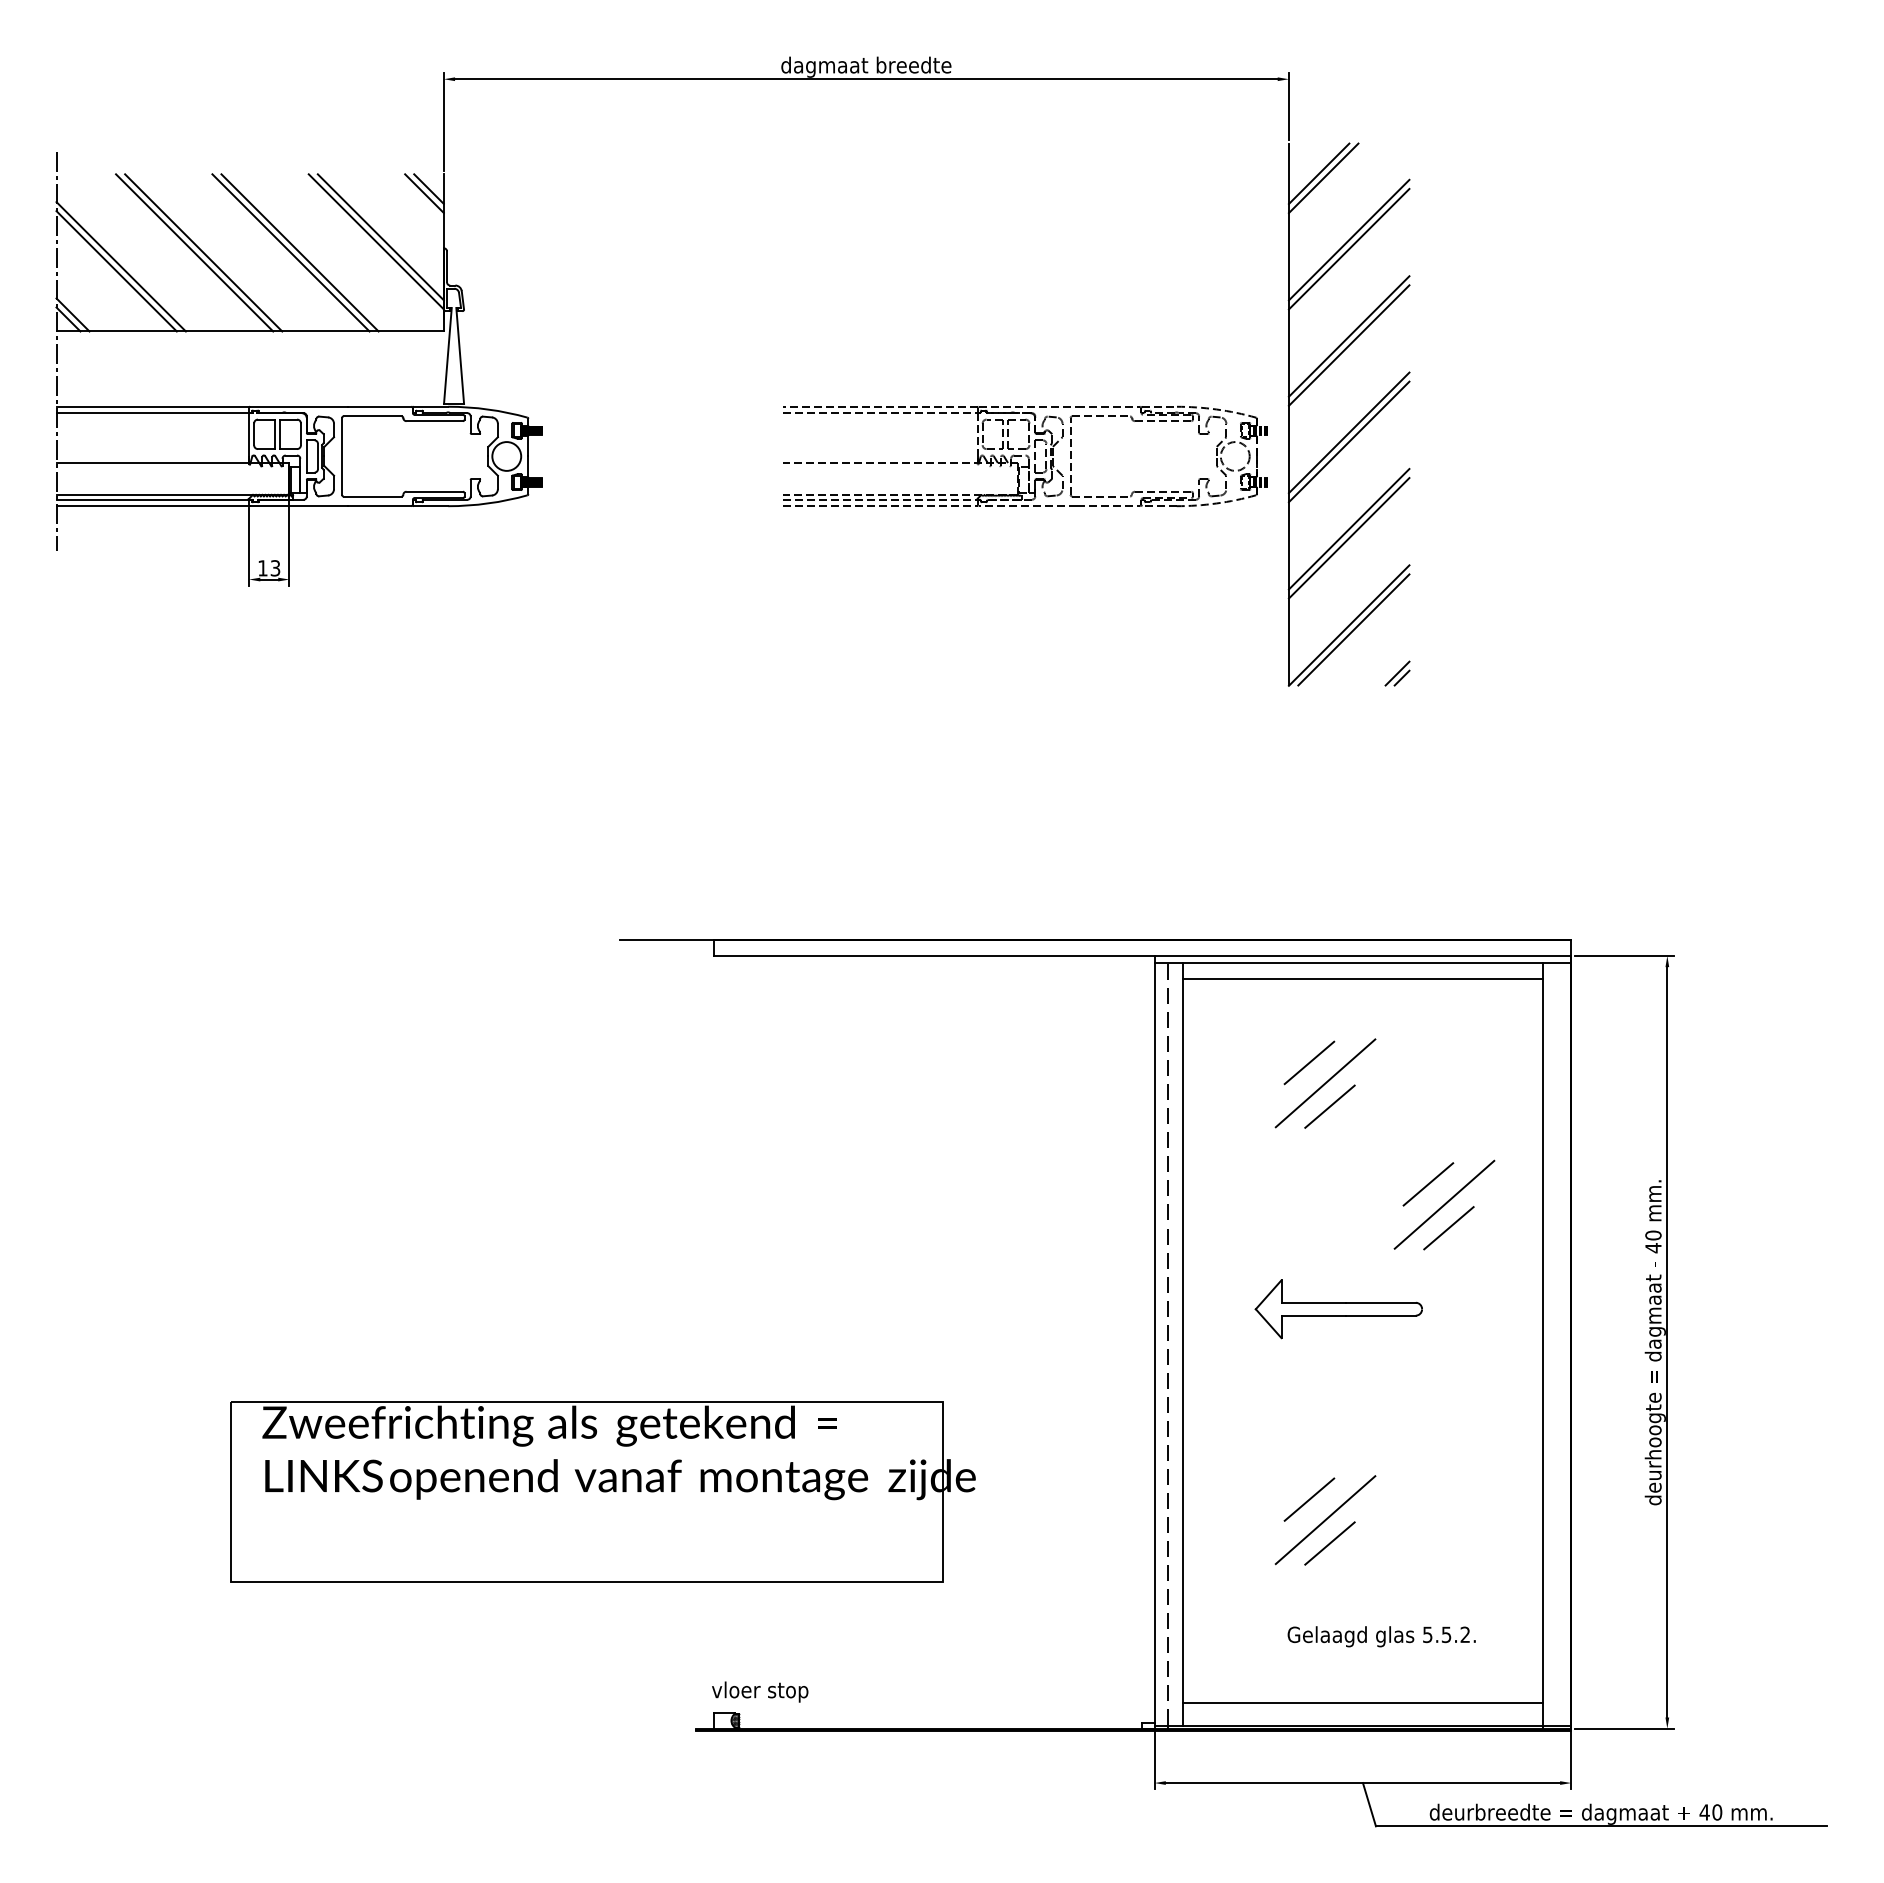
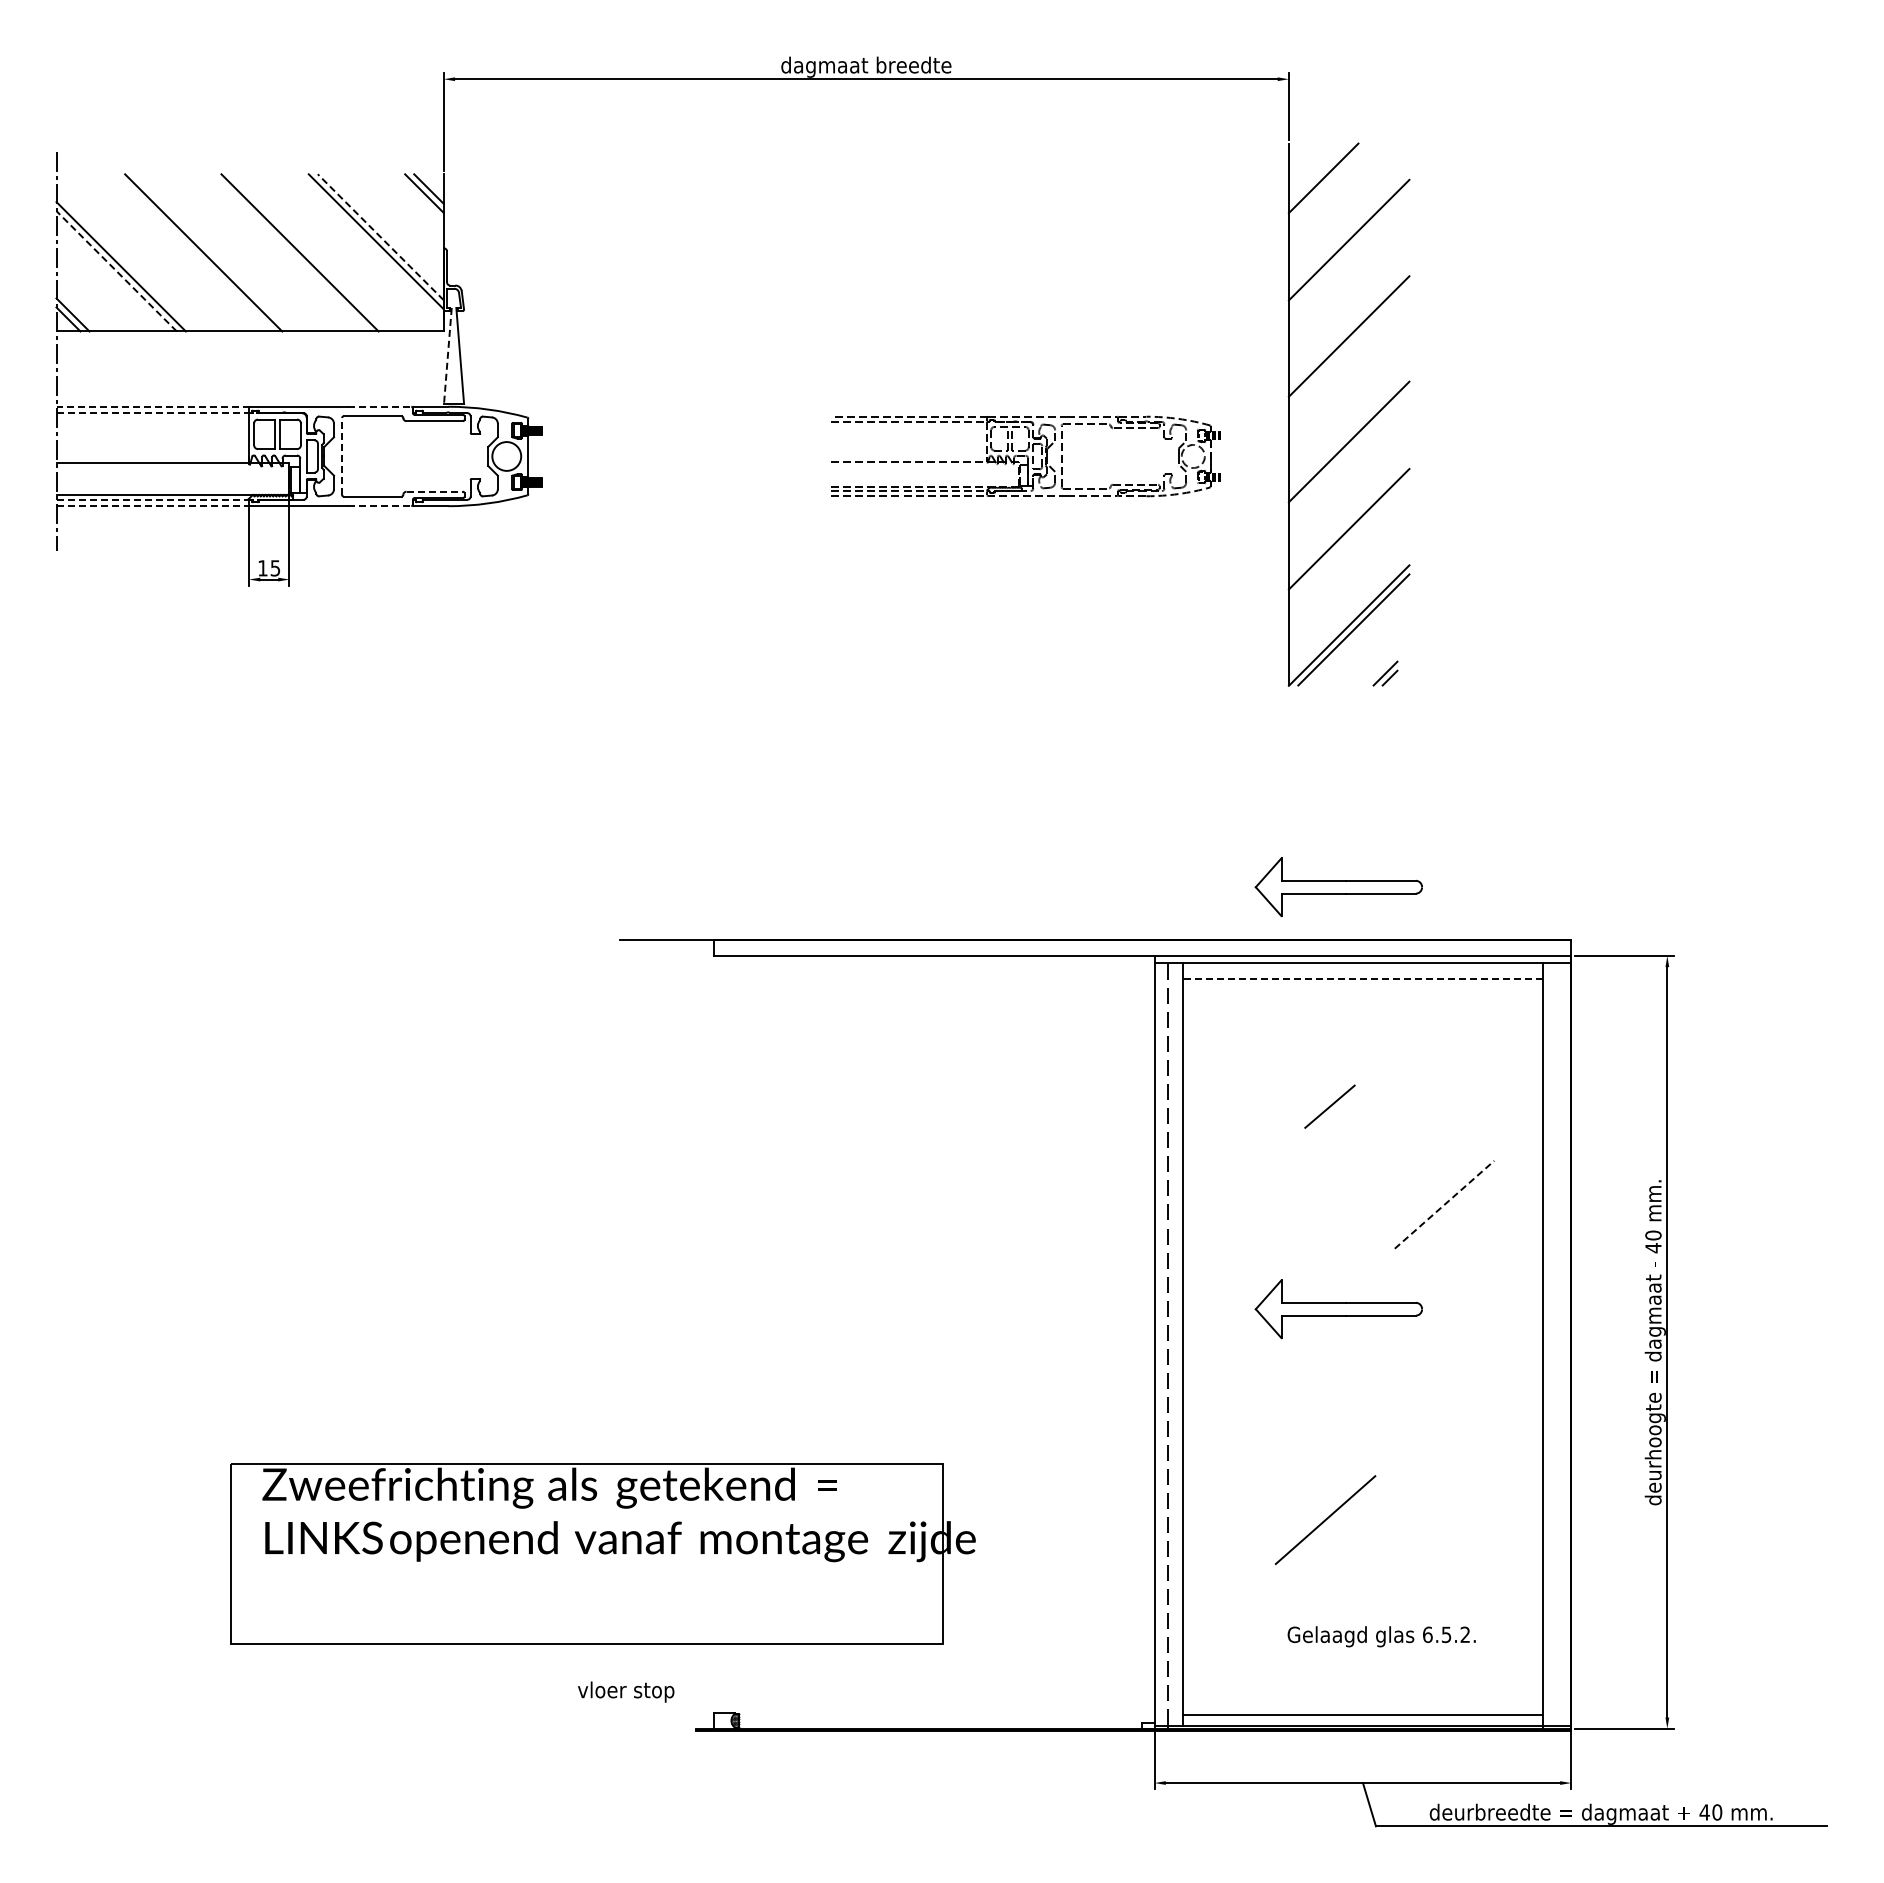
line at (1318, 173): present -> none
line at (380, 236): solid -> dashed
line at (1348, 248): present -> none
line at (194, 252): present -> none
line at (290, 252): present -> none
line at (116, 270): solid -> dashed
line at (1348, 345): present -> none
line at (447, 356): solid -> dashed
line at (153, 406): solid -> dashed
line at (380, 406): solid -> dashed
line at (153, 413): solid -> dashed
line at (1348, 432): present -> none
line at (342, 455): solid -> dashed
part at (1025, 456) size: 485x103 px -> 390x83 px
line at (435, 491): solid -> dashed
line at (153, 499): solid -> dashed
line at (153, 506): solid -> dashed
line at (380, 506): solid -> dashed
line at (1348, 538): present -> none
text at (275, 567): 13 -> 15
part at (1397, 673) position: (1397, 673) -> (1385, 673)
part at (1338, 887): none -> present
line at (1362, 979): solid -> dashed
line at (1309, 1062): present -> none
line at (1325, 1083): present -> none
line at (1428, 1184): present -> none
line at (1444, 1204): solid -> dashed
line at (1448, 1228): present -> none
part at (602, 1491) position: (602, 1491) -> (602, 1553)
line at (1309, 1499): present -> none
line at (1329, 1543): present -> none
text at (1427, 1634): 5.5.2. -> 6.5.2.
text at (760, 1691) position: (760, 1691) -> (626, 1691)
line at (1362, 1703) position: (1362, 1703) -> (1362, 1715)
